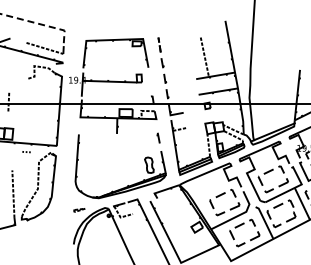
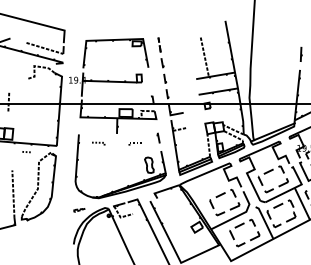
line at (38, 23): dashed -> solid
line at (300, 53): none -> present
part at (98, 143): none -> present
part at (134, 143): none -> present
